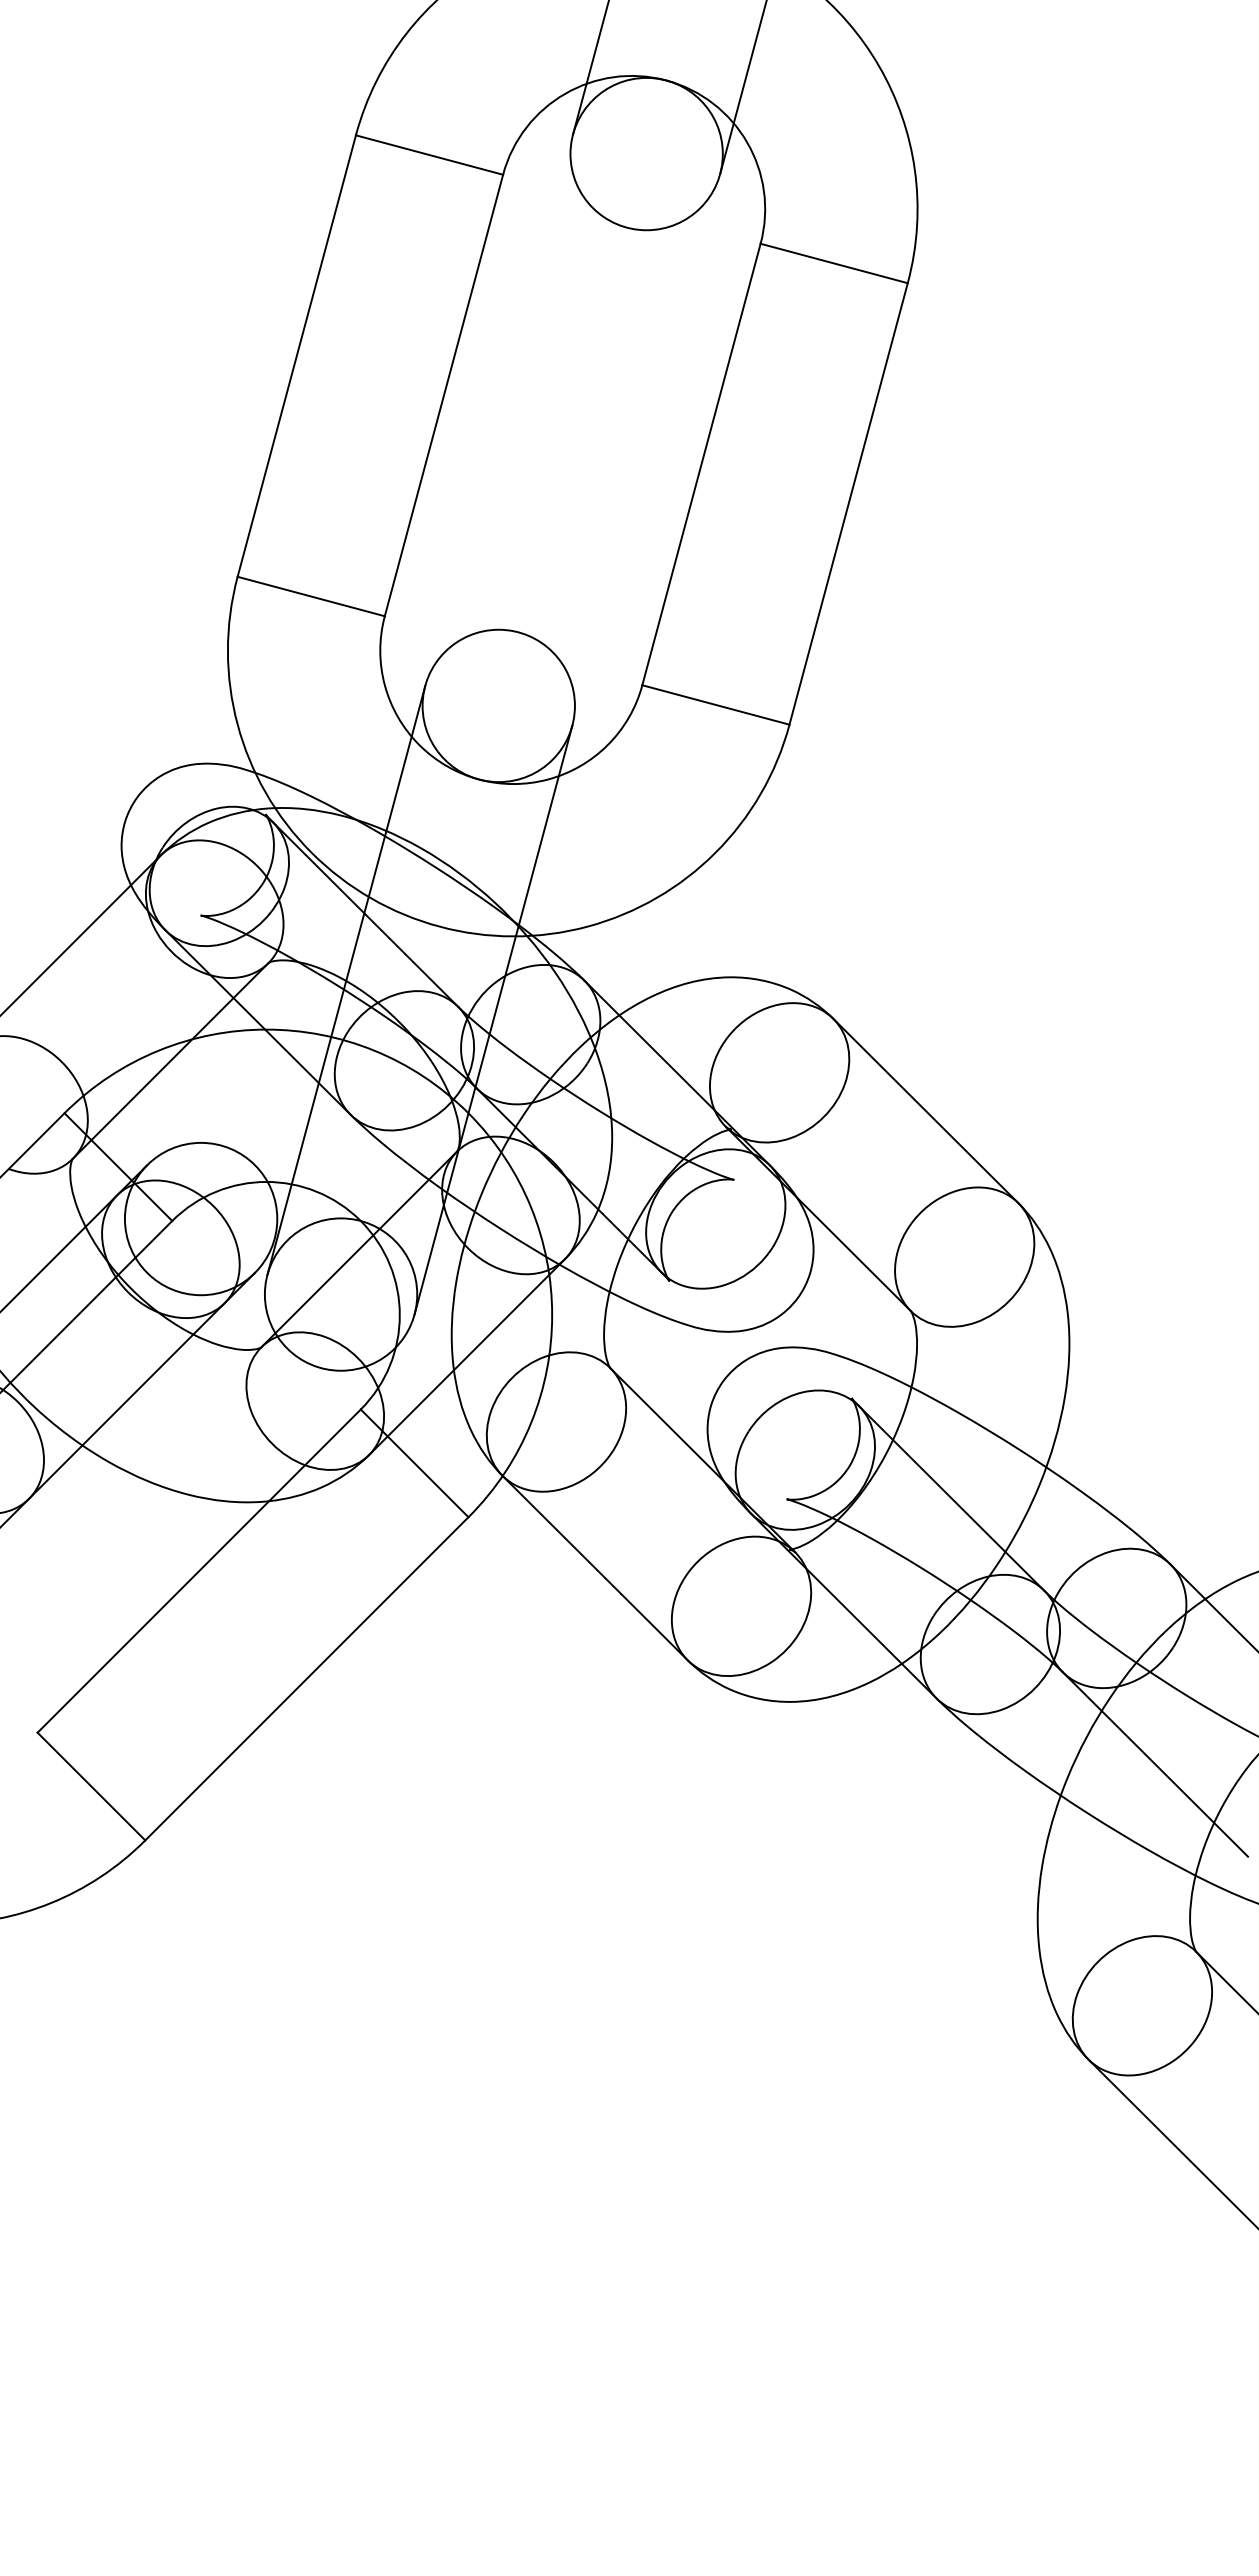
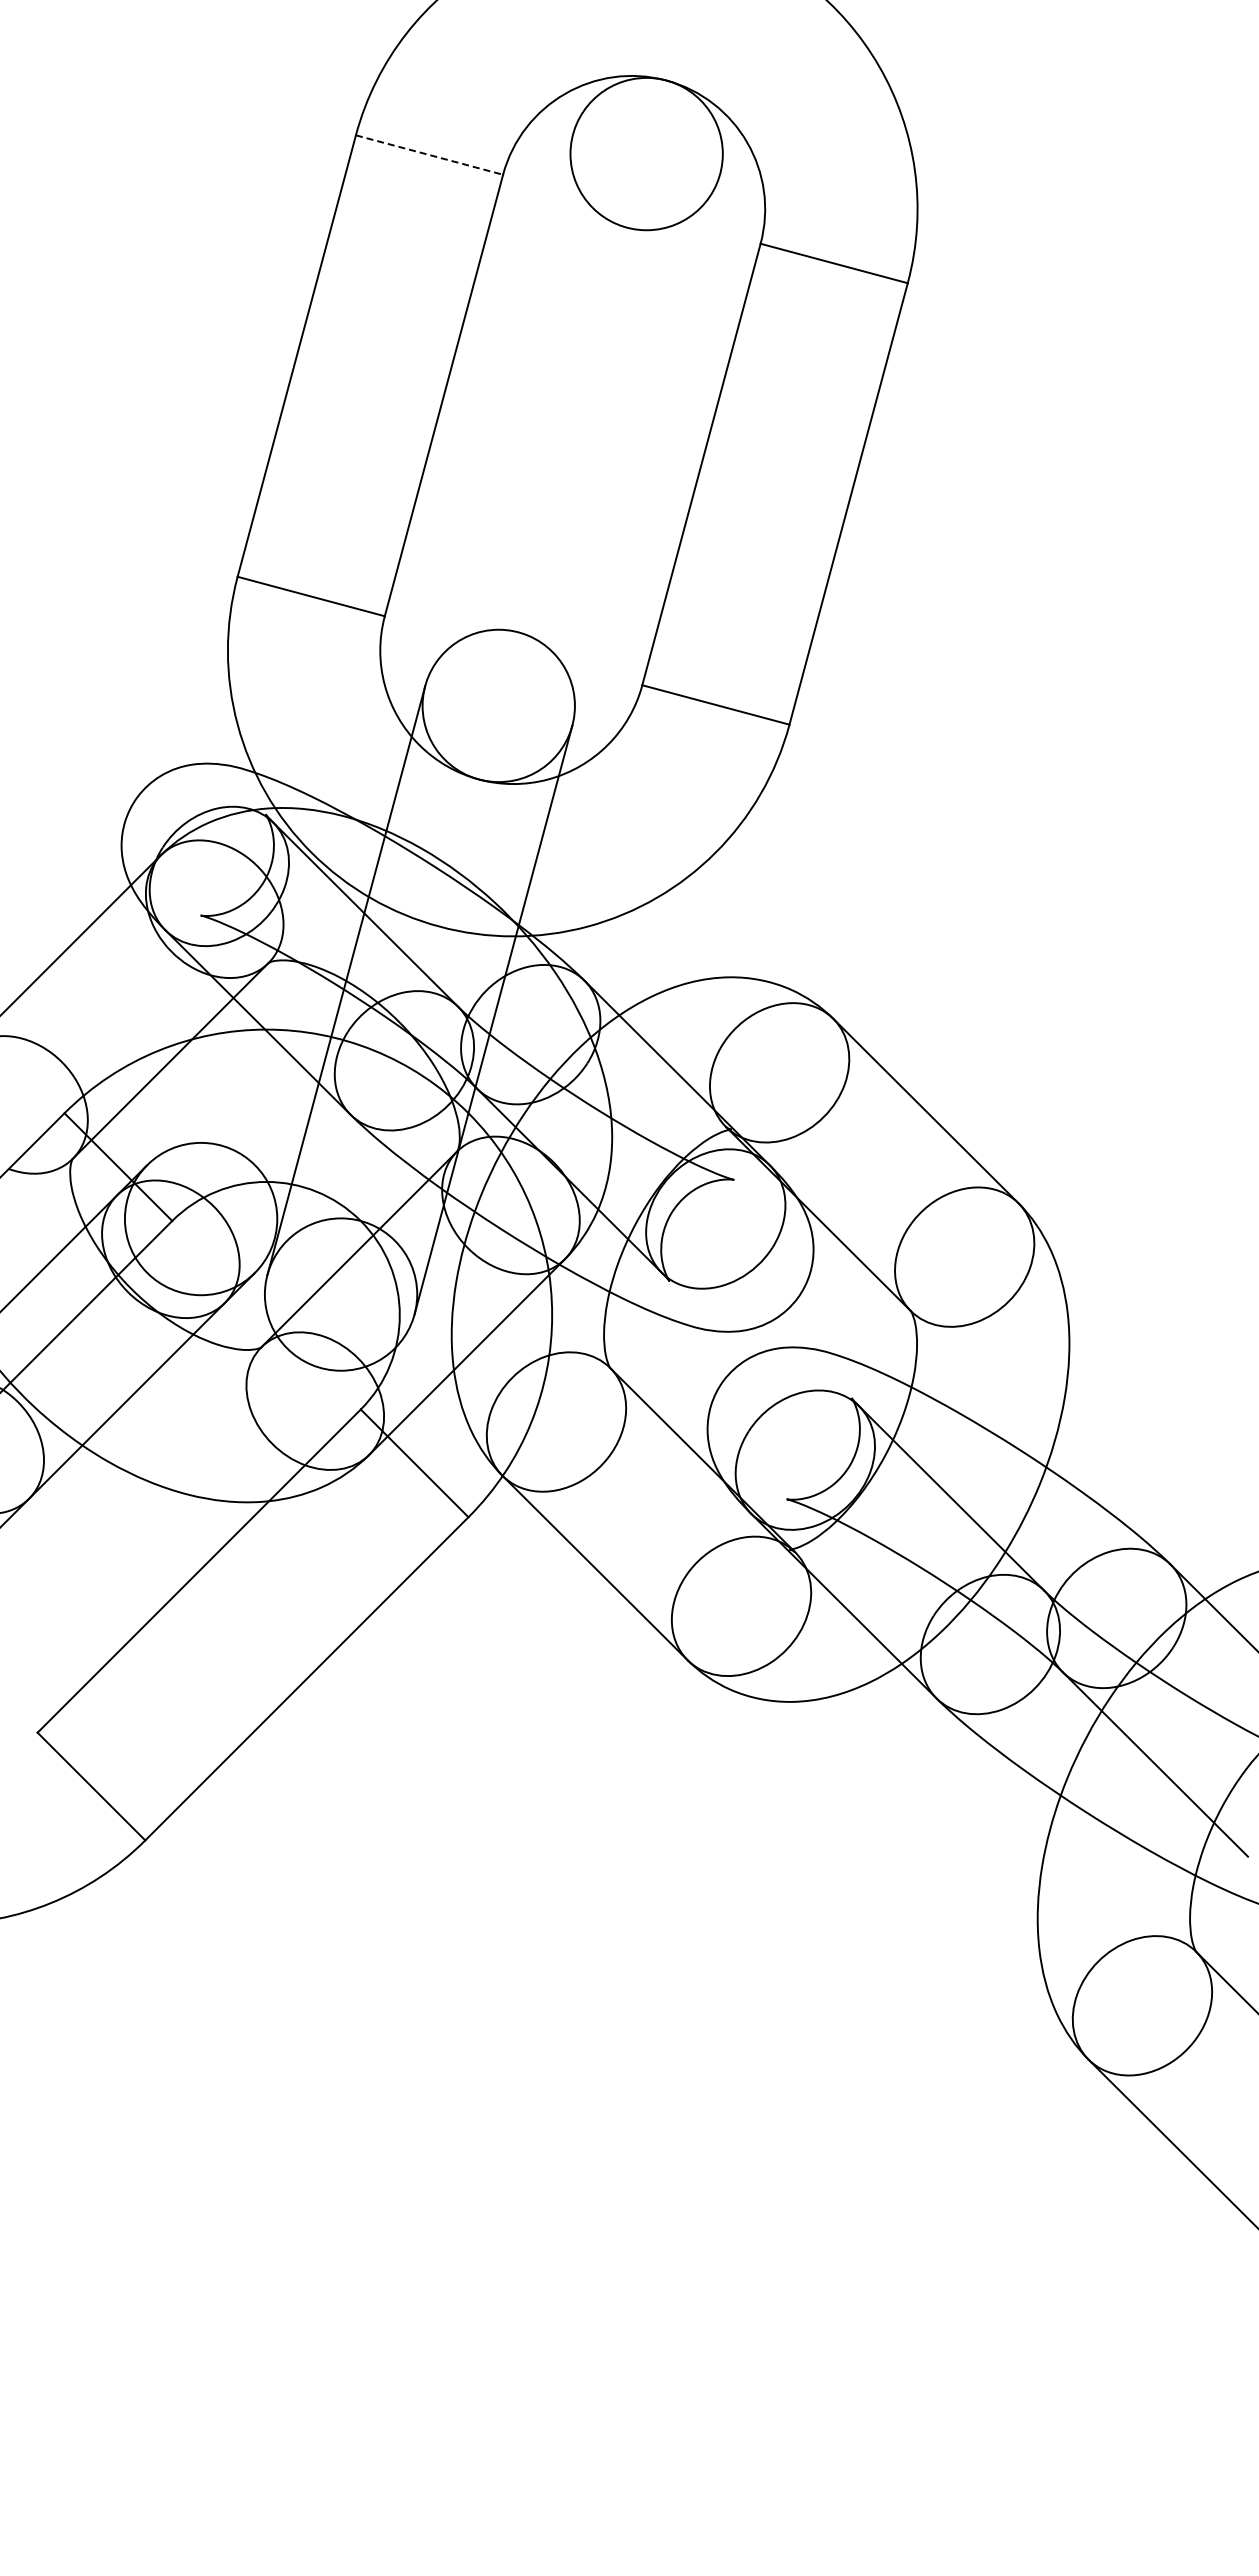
line at (590, 68): present -> none
line at (743, 87): present -> none
line at (430, 155): solid -> dashed
